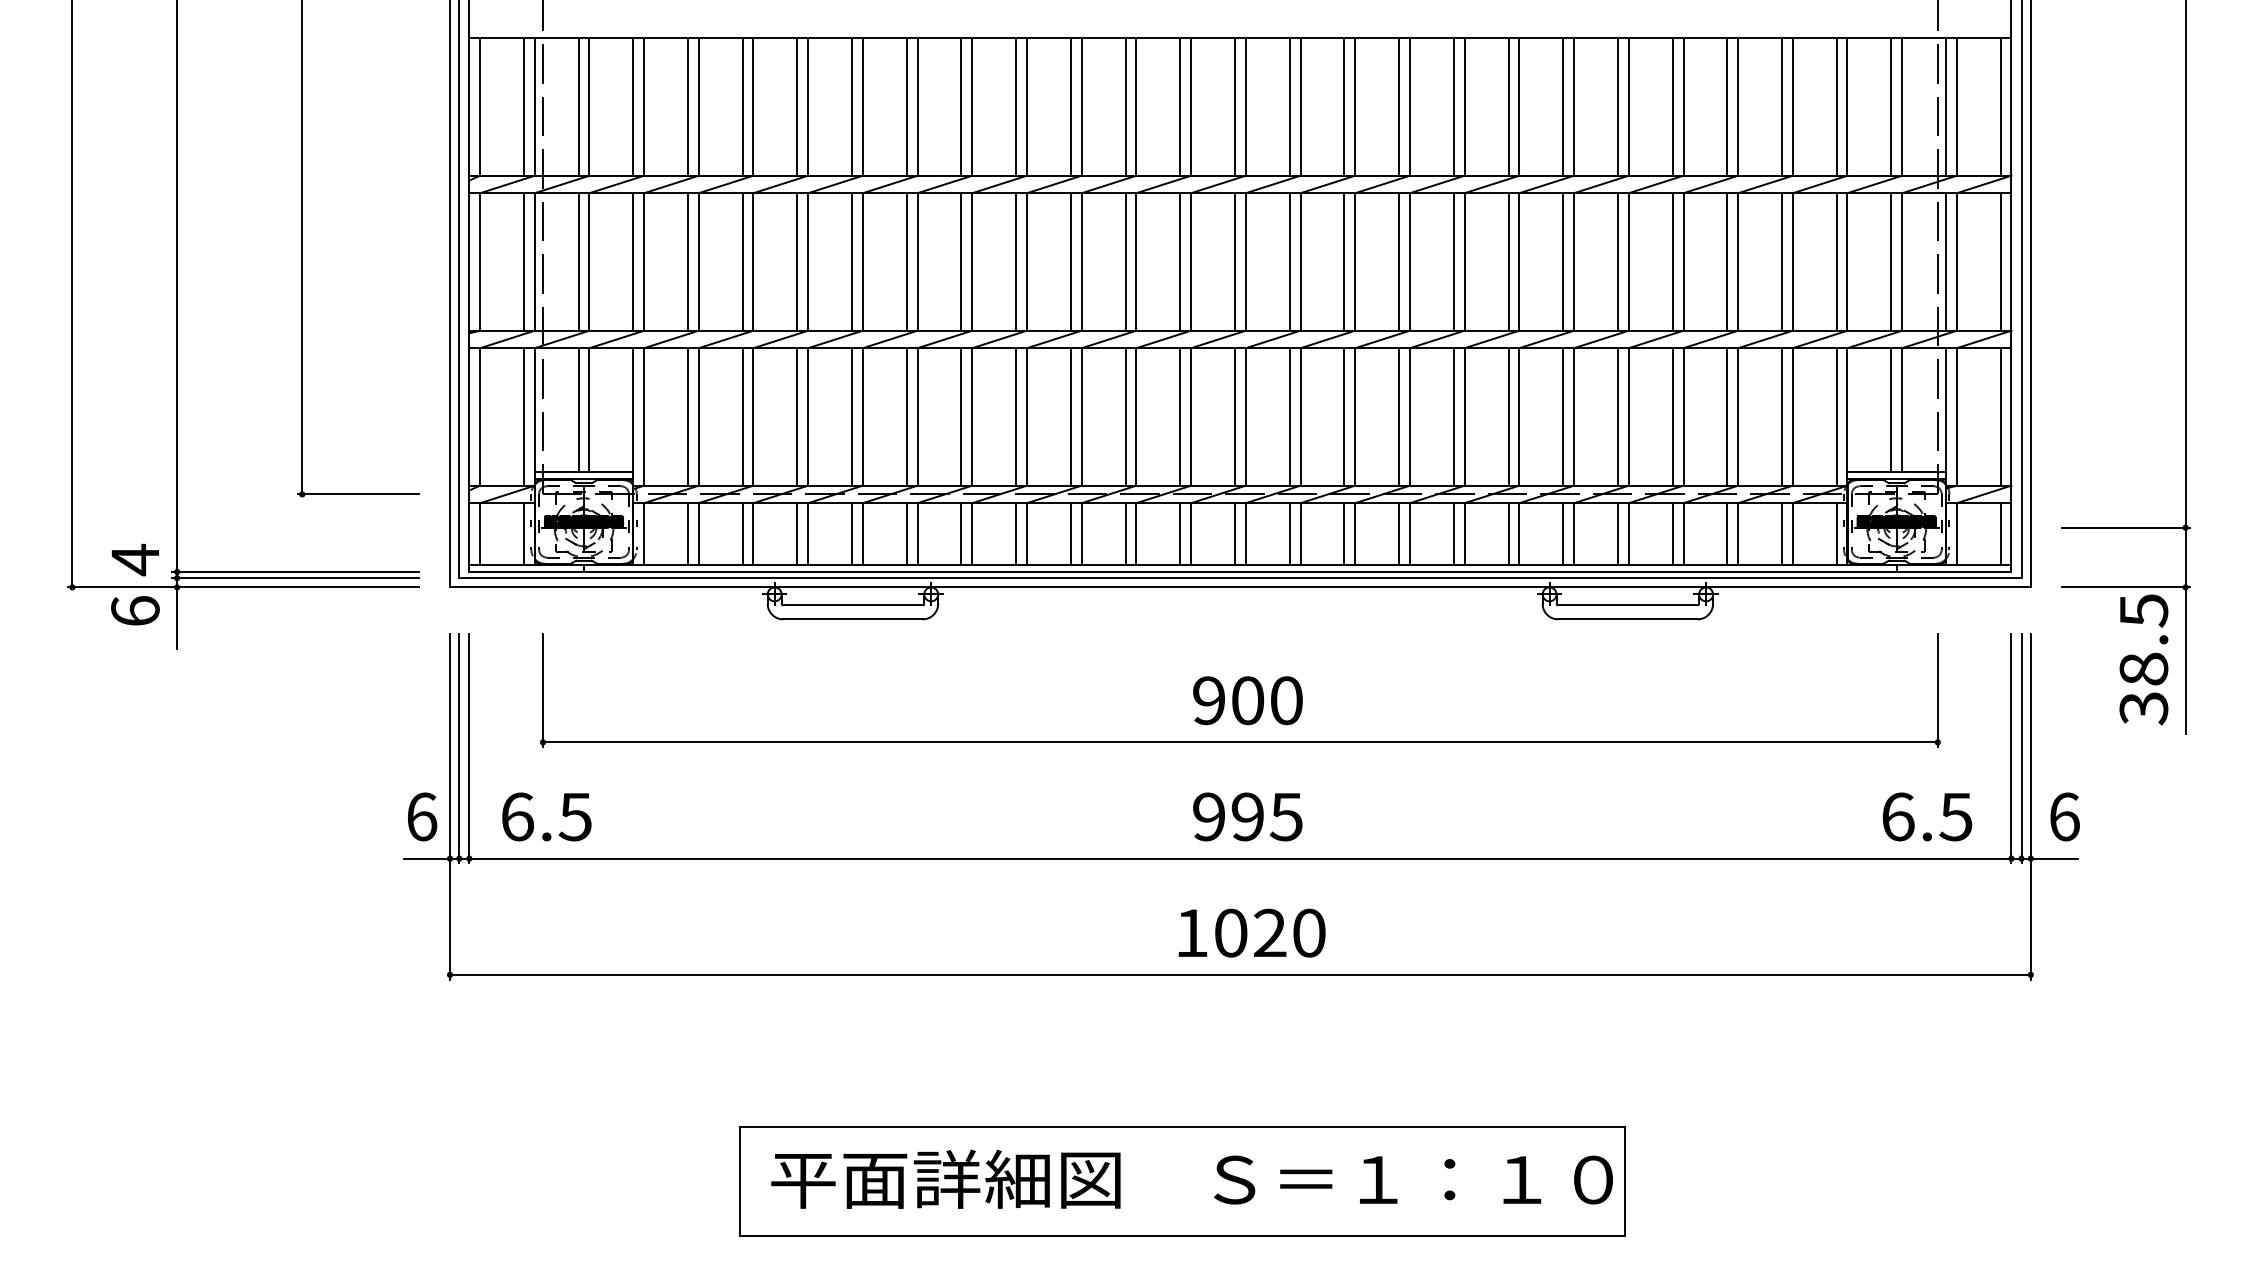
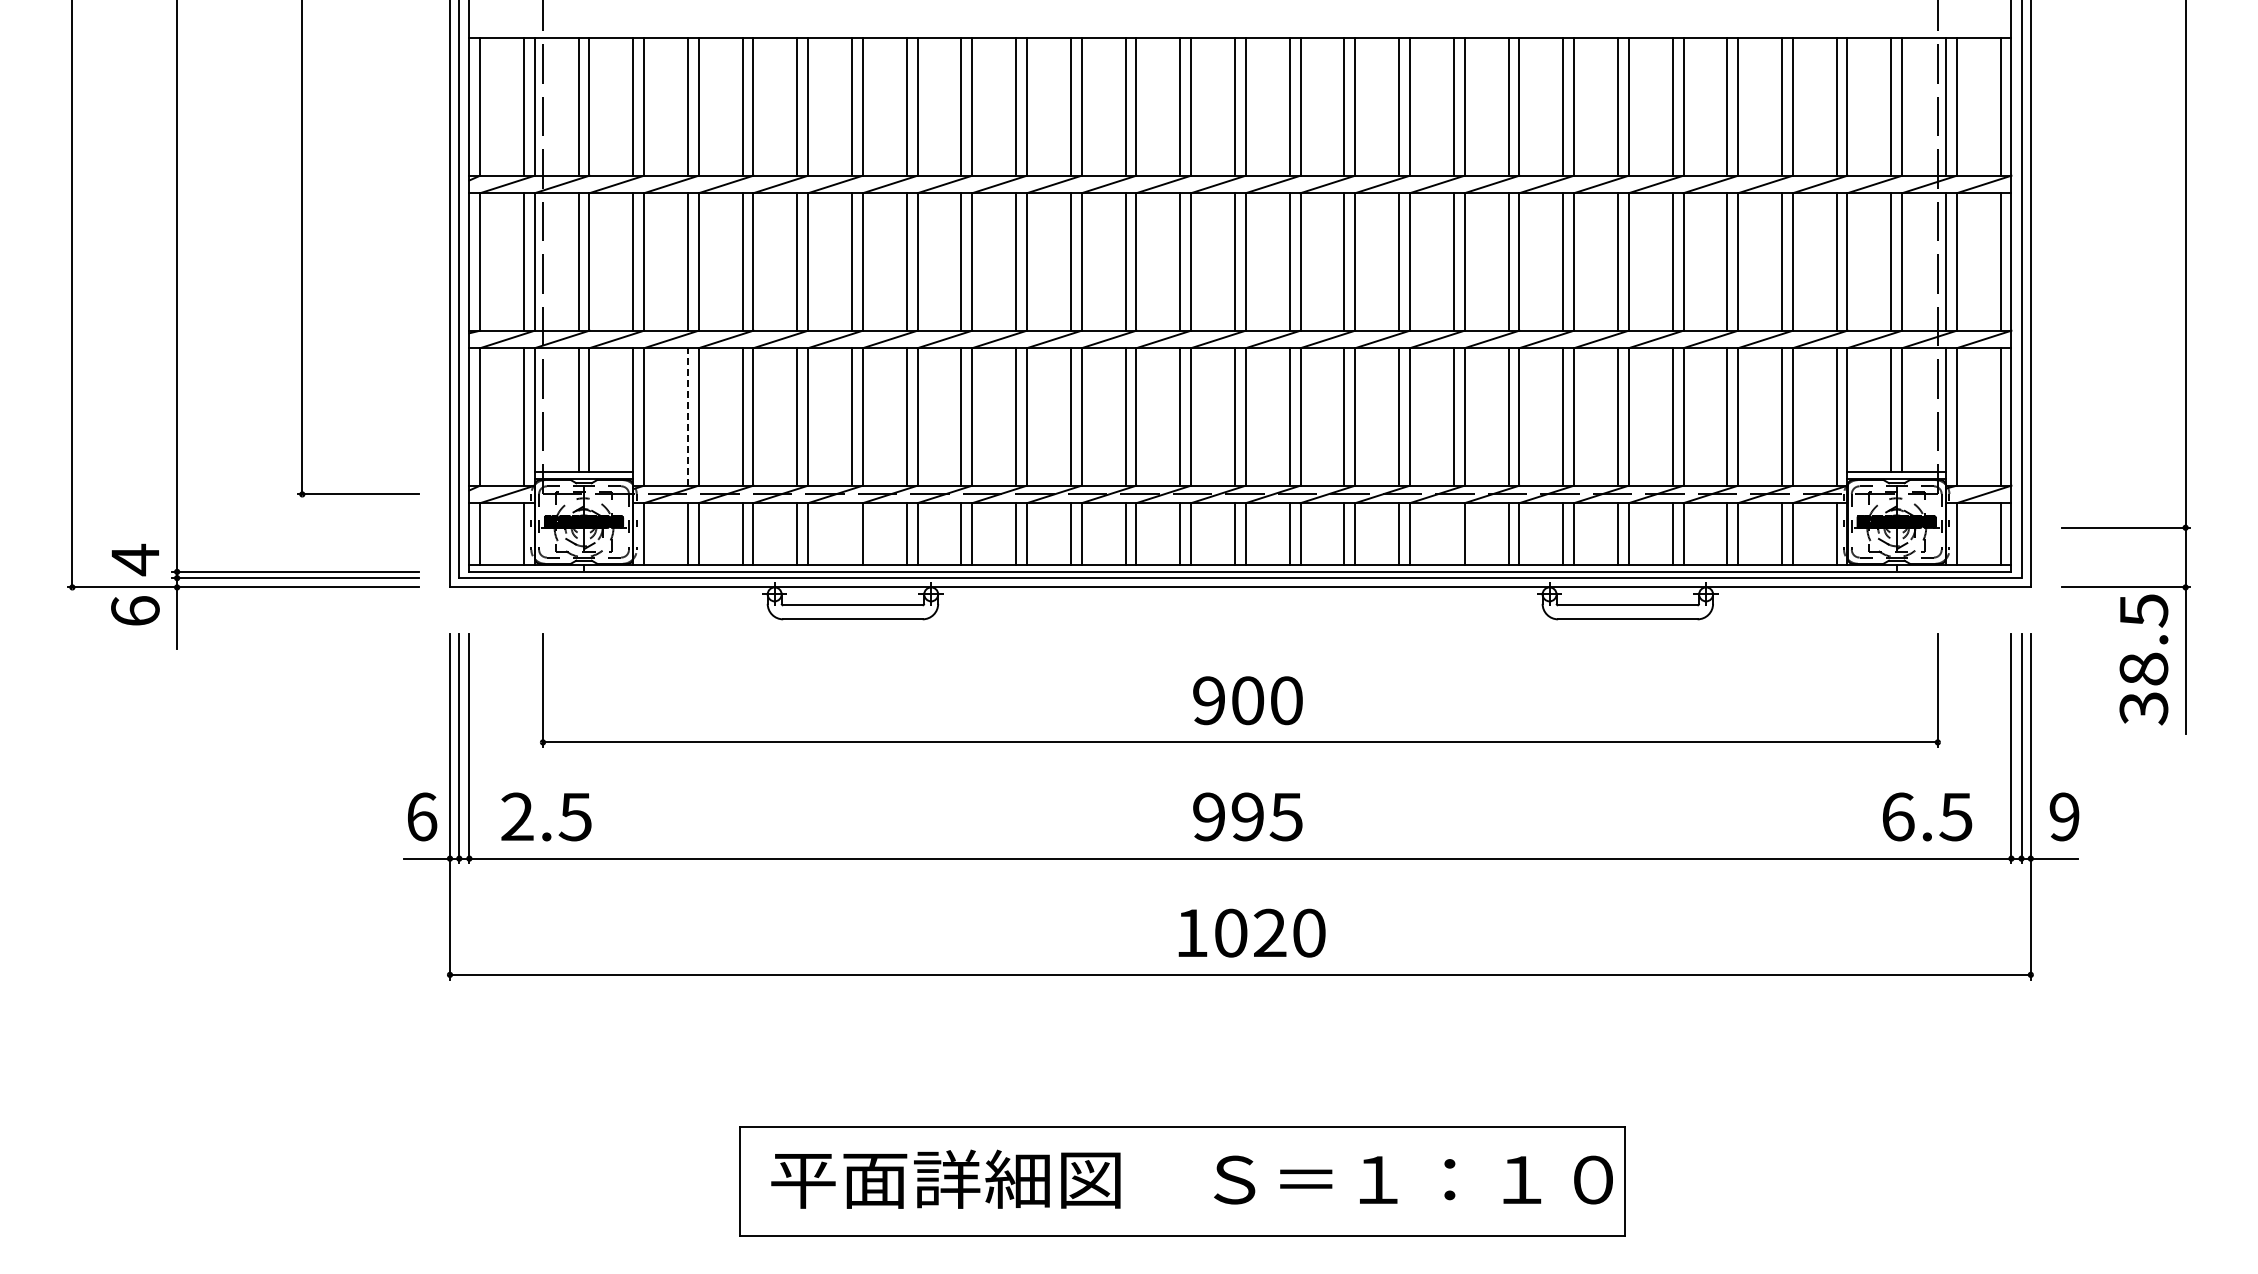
line at (687, 416): solid -> dashed
line at (852, 533): present -> none
line at (1453, 533): present -> none
text at (517, 816): 6.5 -> 2.5
text at (2064, 816): 6 -> 9
